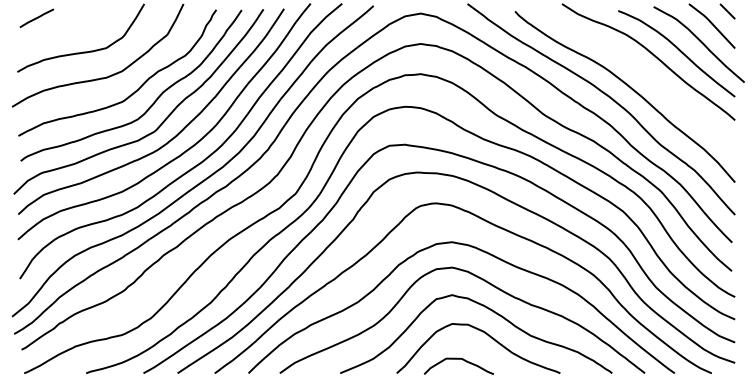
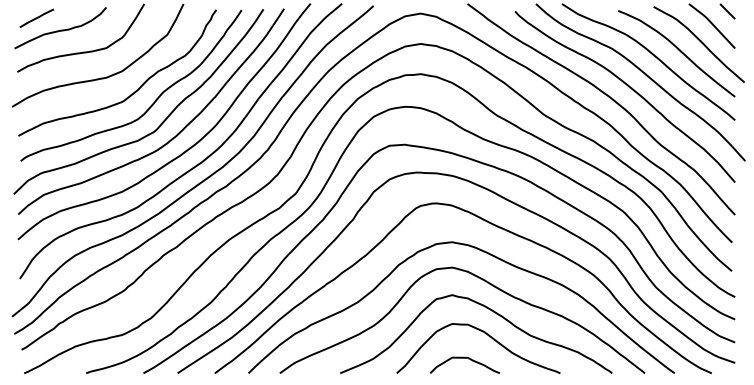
curve at (60, 29): none -> present
curve at (646, 76): none -> present
curve at (458, 359) position: (458, 359) -> (464, 358)
